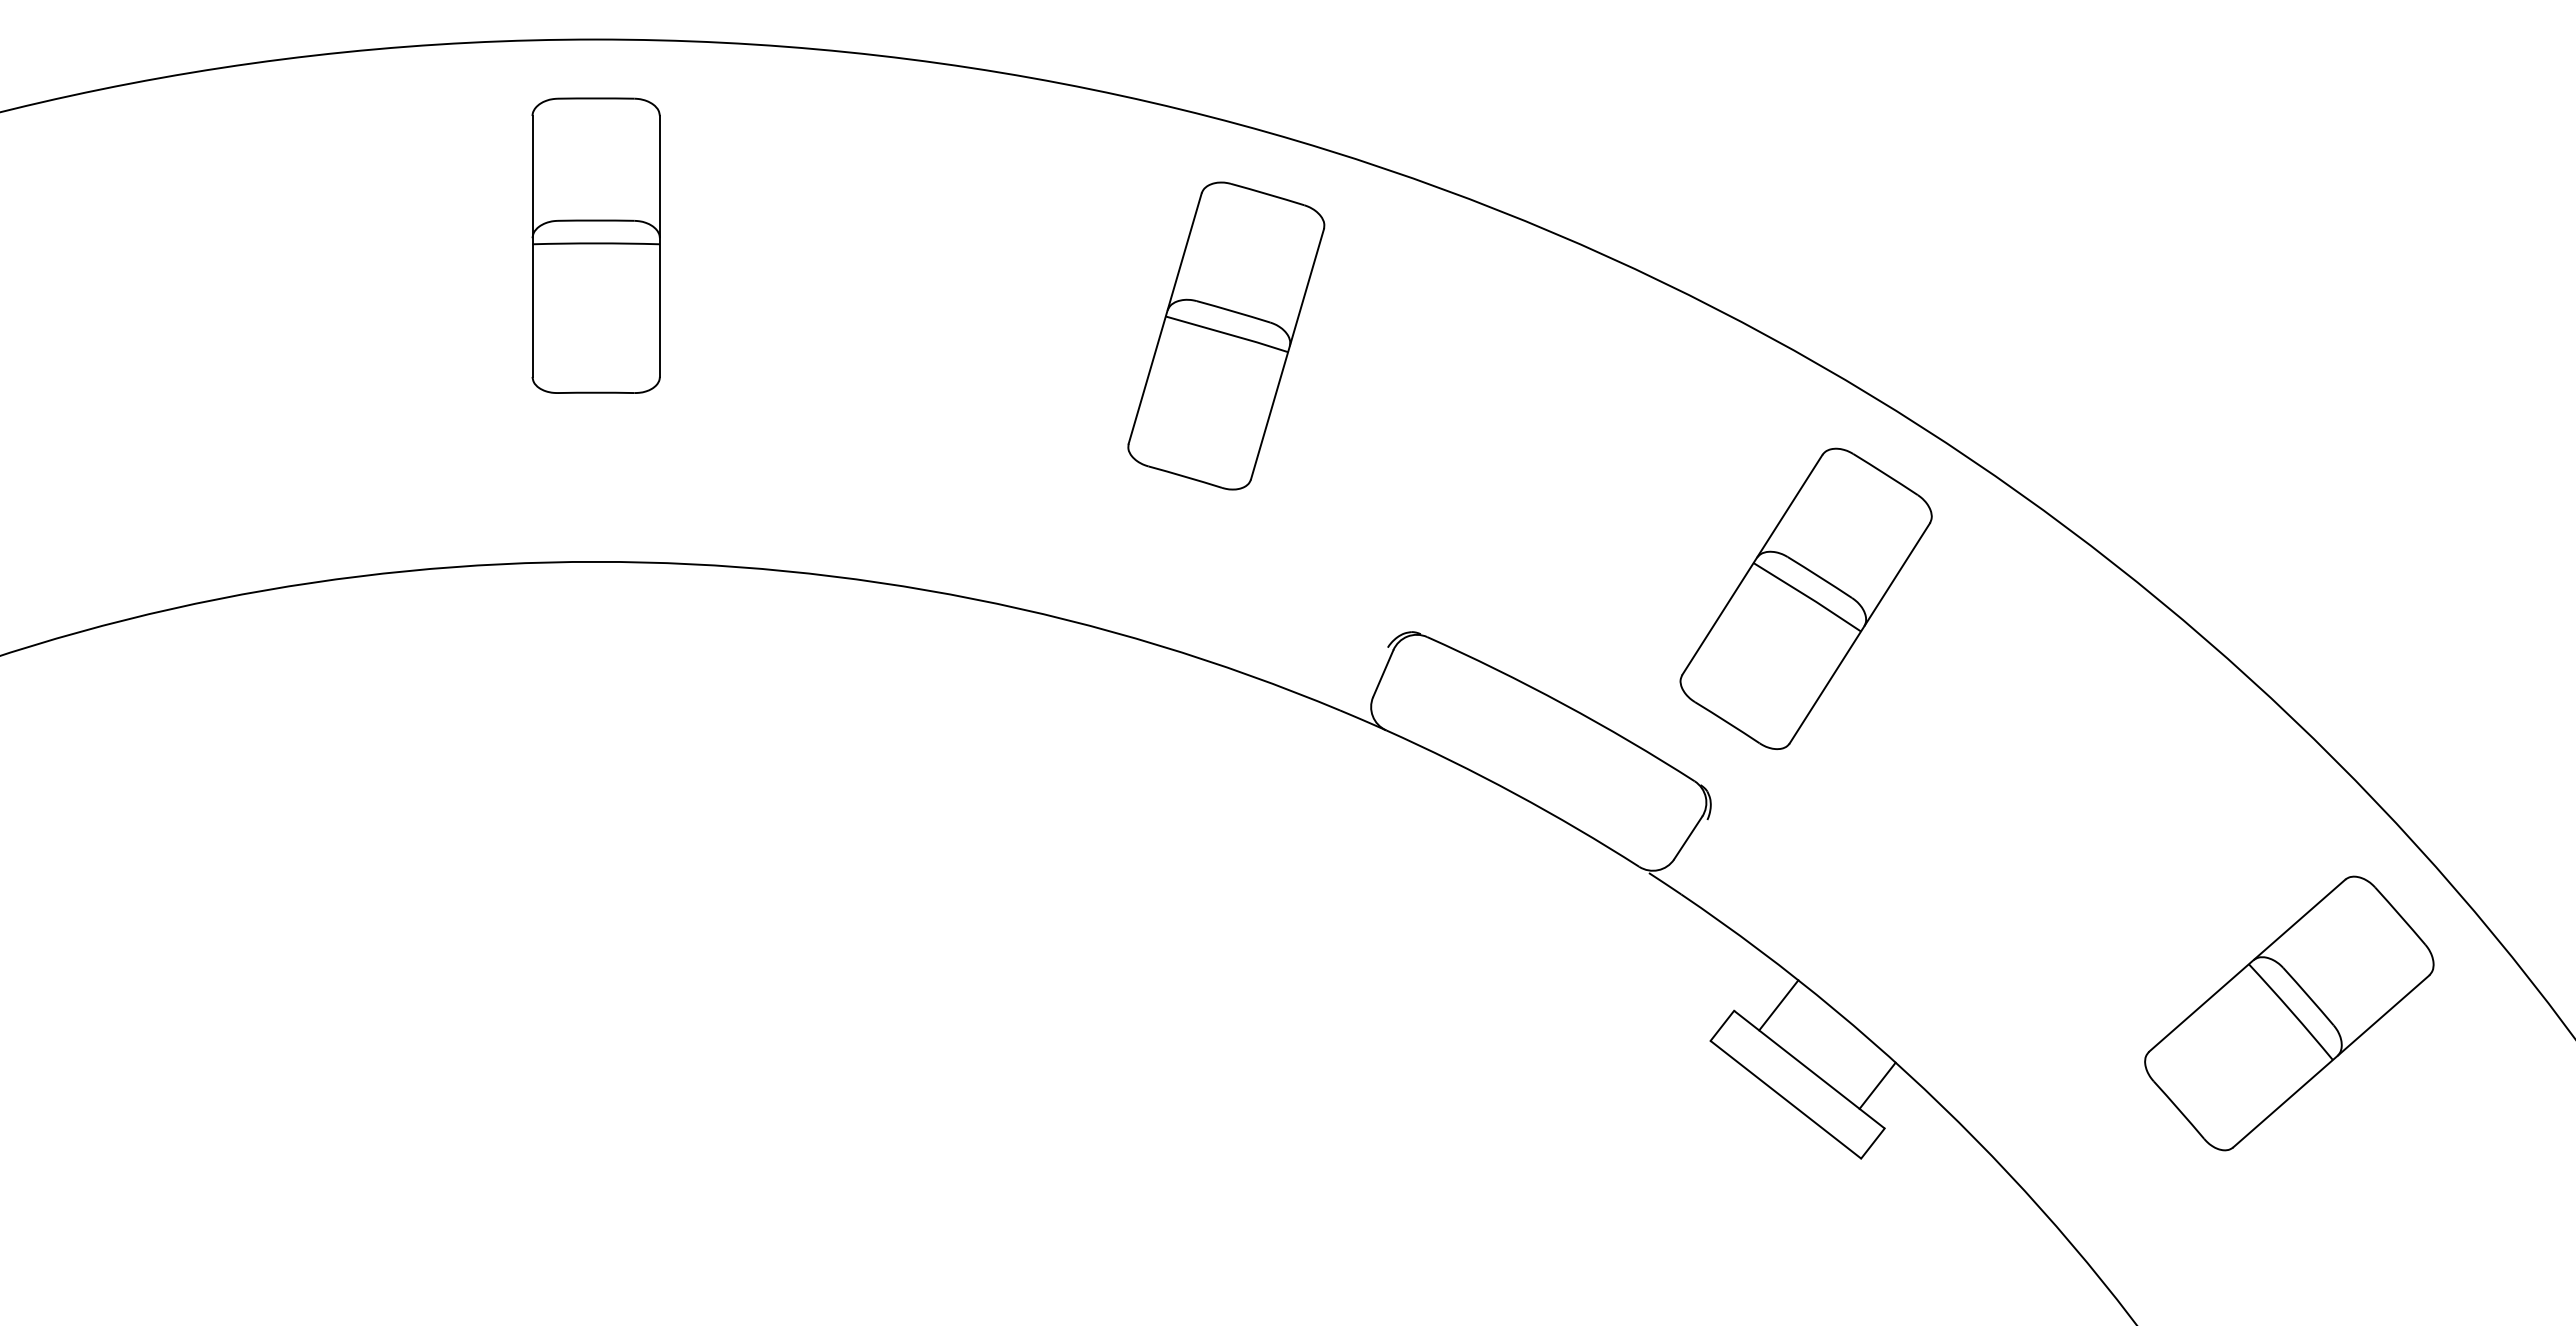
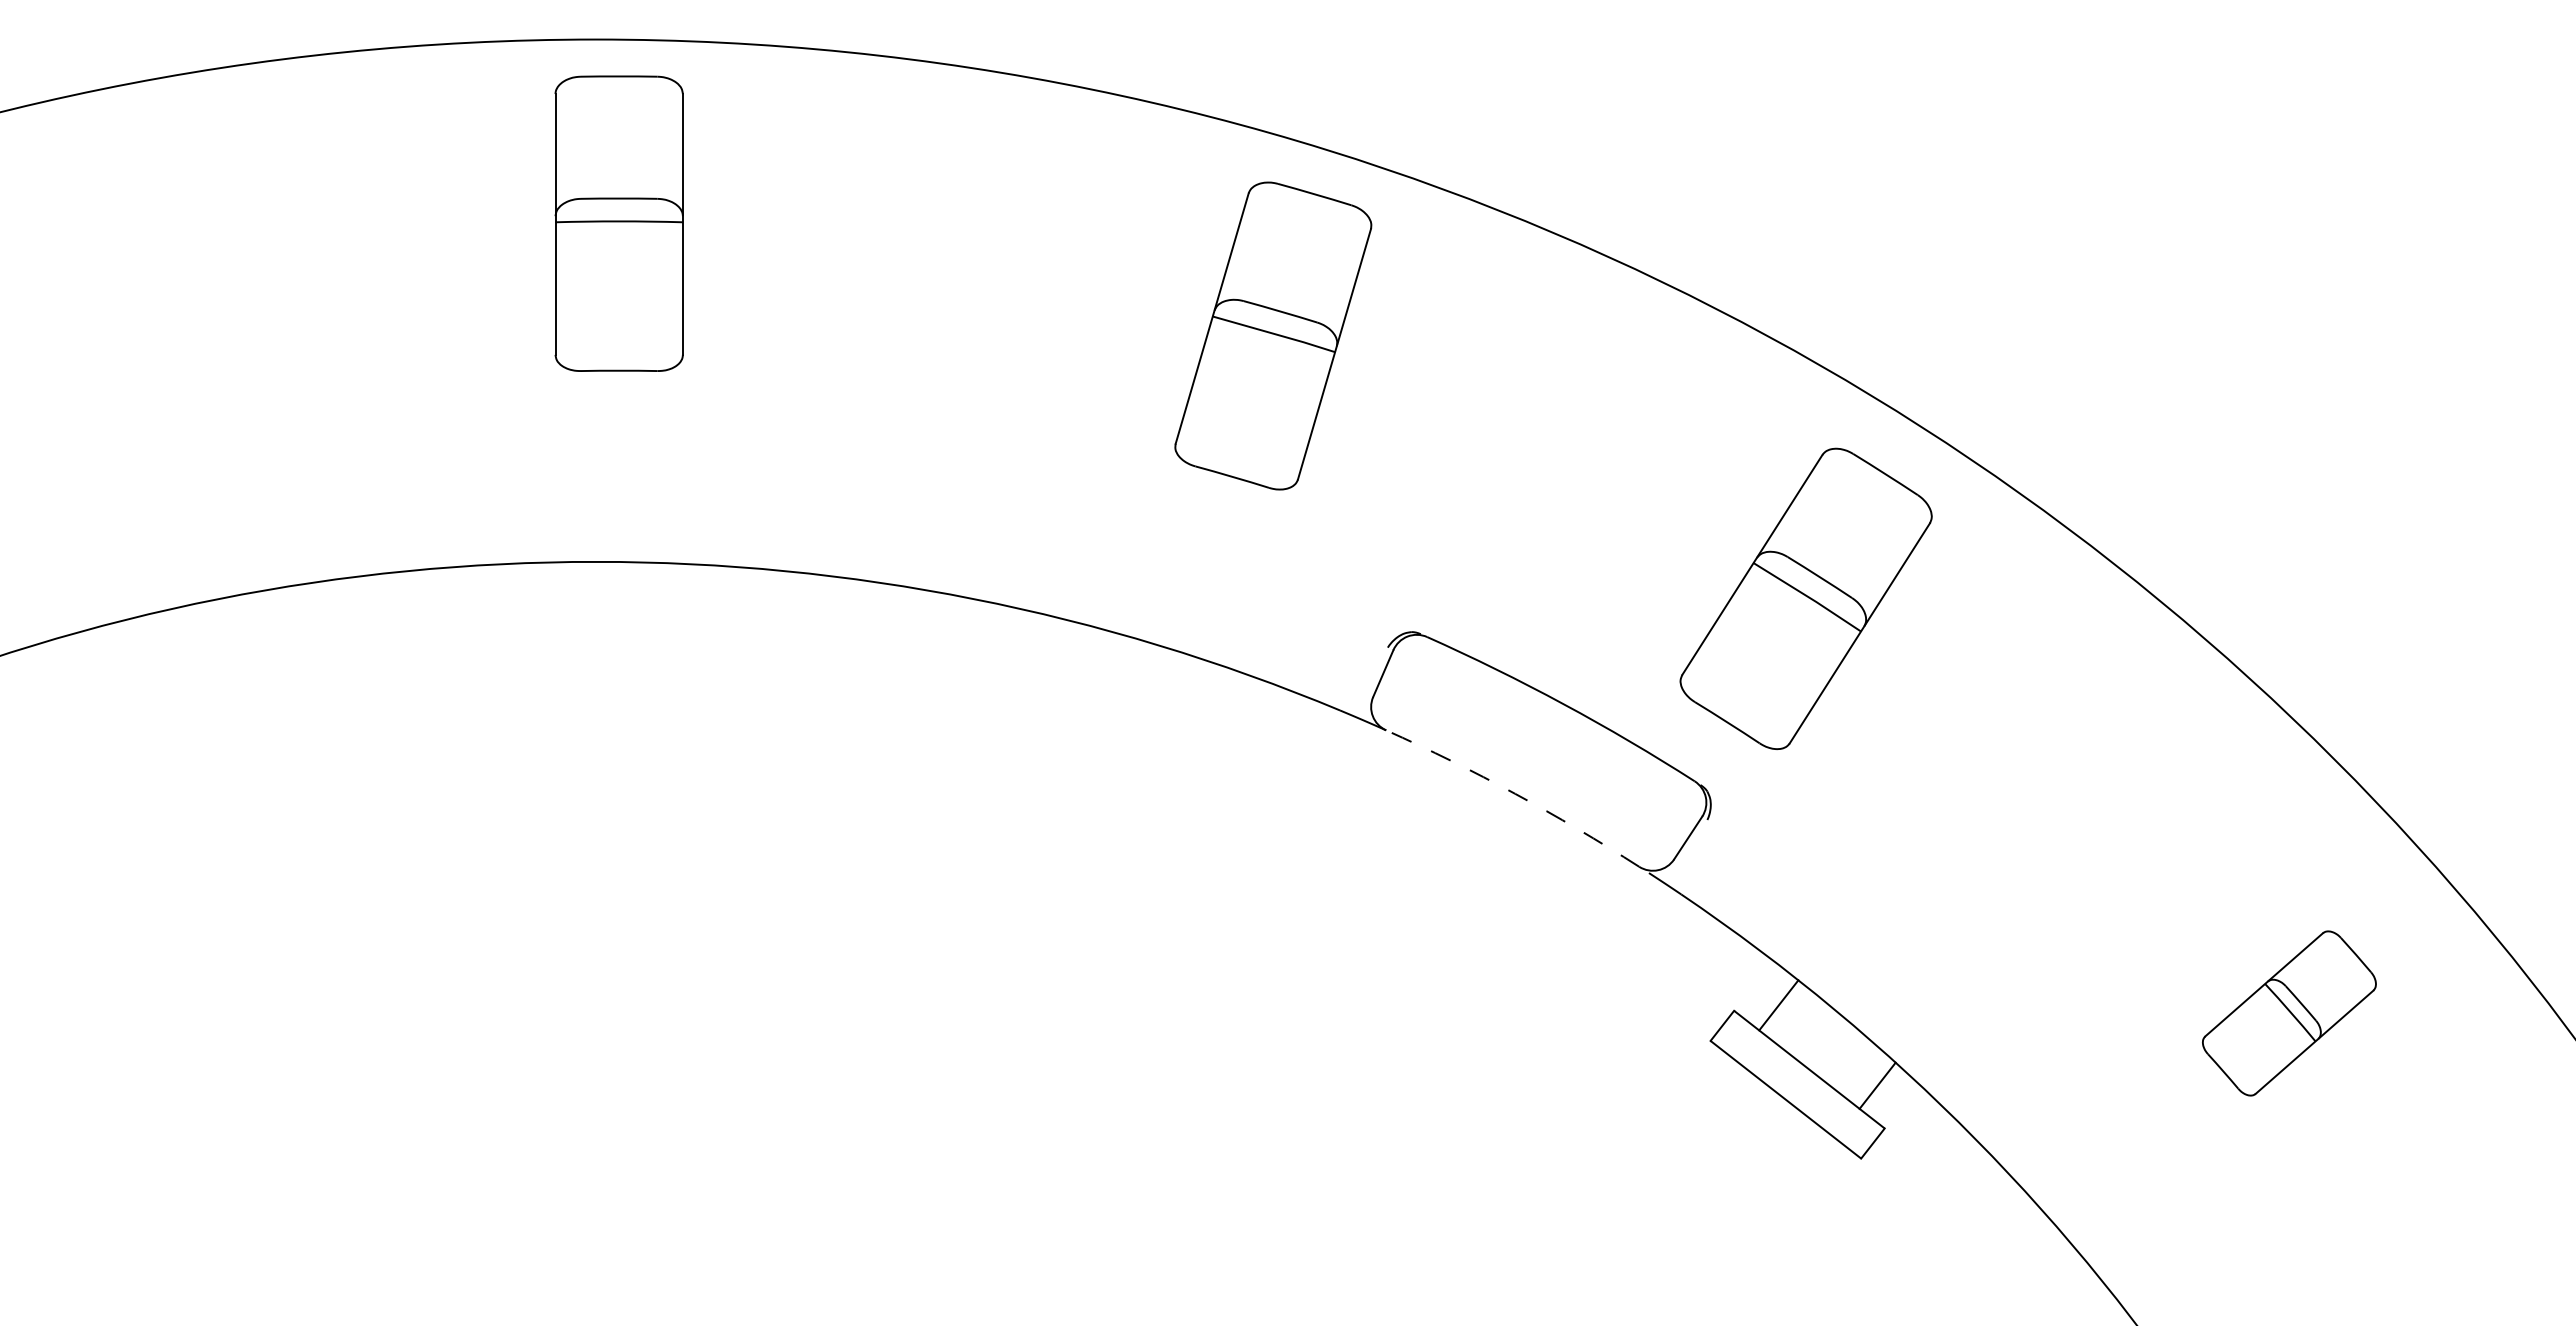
part at (595, 245) position: (595, 245) -> (618, 223)
part at (1226, 335) position: (1226, 335) -> (1273, 335)
arc at (1515, 793): solid -> dashed
part at (2289, 1013) size: 291x277 px -> 175x167 px
